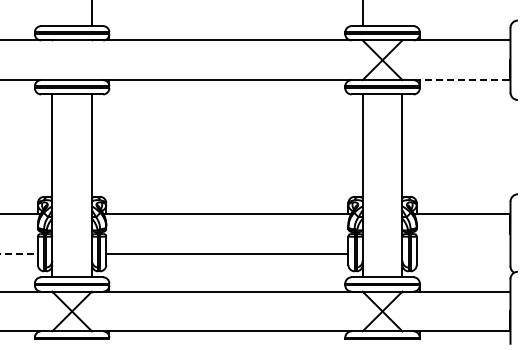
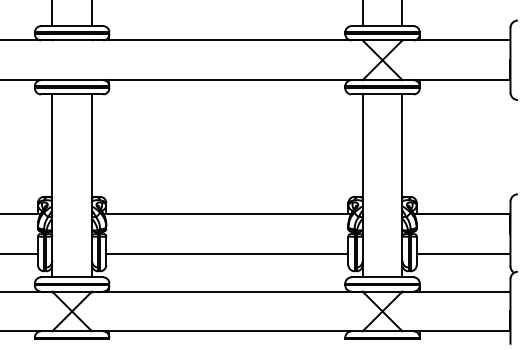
line at (52, 14): none -> present
line at (402, 14): none -> present
line at (462, 80): dashed -> solid
line at (19, 253): dashed -> solid
line at (463, 253): none -> present
